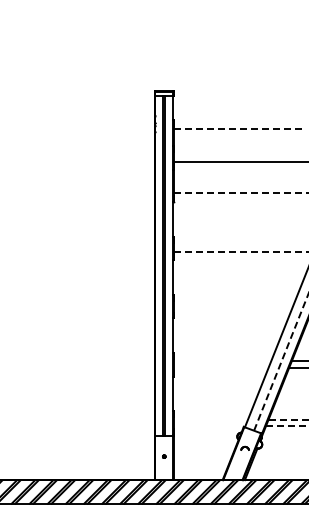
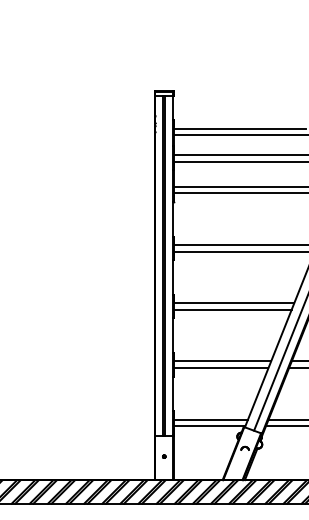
line at (239, 128): dashed -> solid
line at (239, 135): none -> present
line at (239, 154): none -> present
line at (239, 186): none -> present
line at (241, 193): dashed -> solid
line at (239, 245): none -> present
line at (241, 251): dashed -> solid
line at (234, 303): none -> present
line at (232, 310): none -> present
line at (222, 361): none -> present
line at (281, 362): dashed -> solid
line at (221, 368): none -> present
line at (211, 419): none -> present
line at (288, 419): dashed -> solid
line at (209, 426): none -> present
line at (287, 426): dashed -> solid
